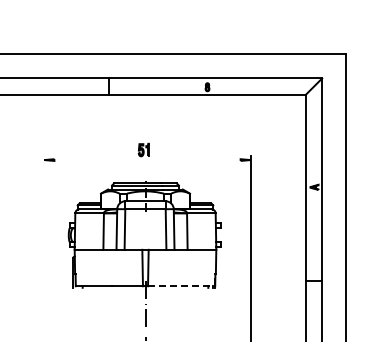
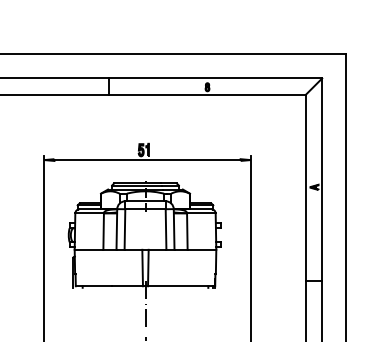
line at (147, 160): none -> present
line at (44, 247): none -> present
line at (181, 286): dashed -> solid
